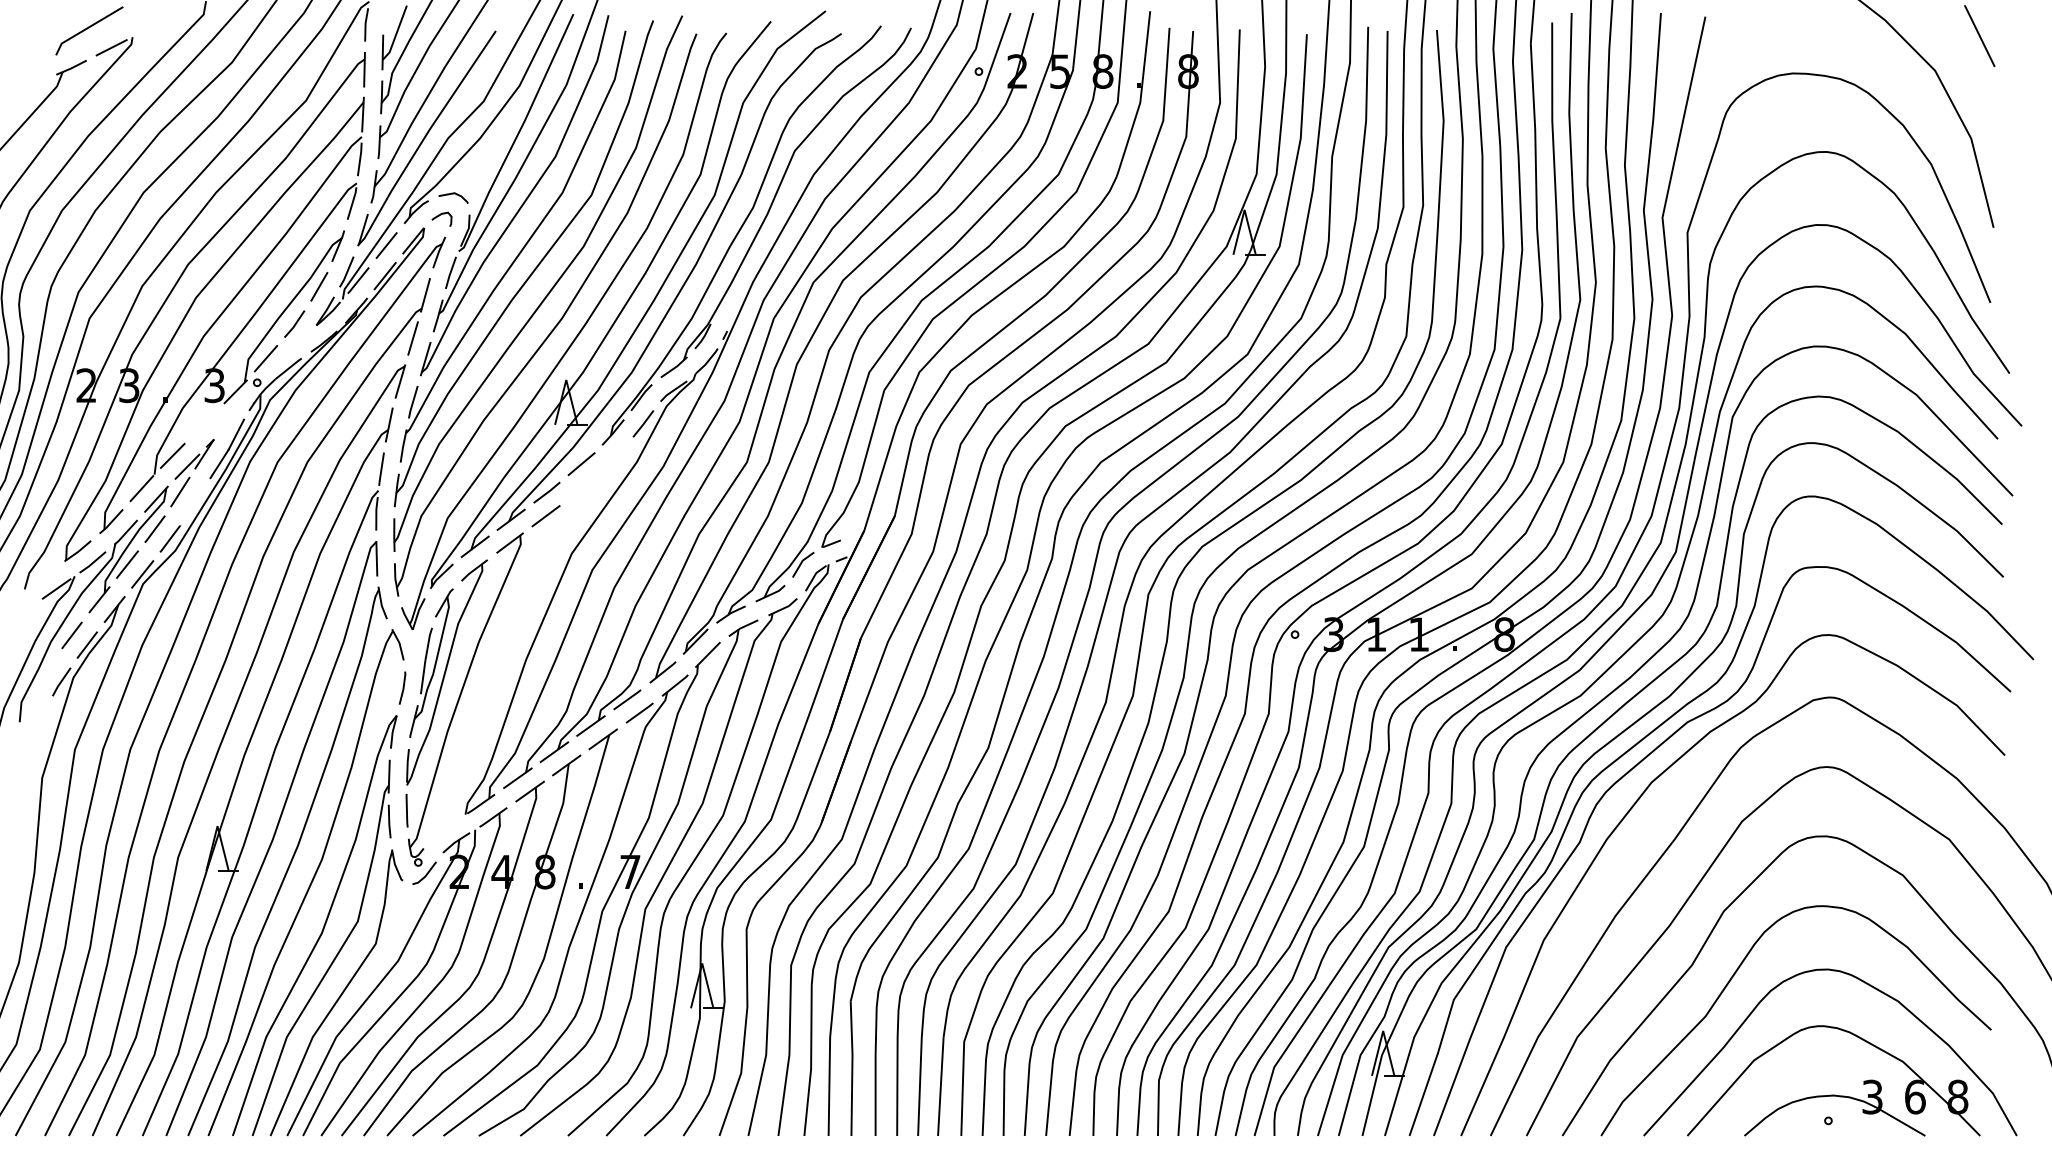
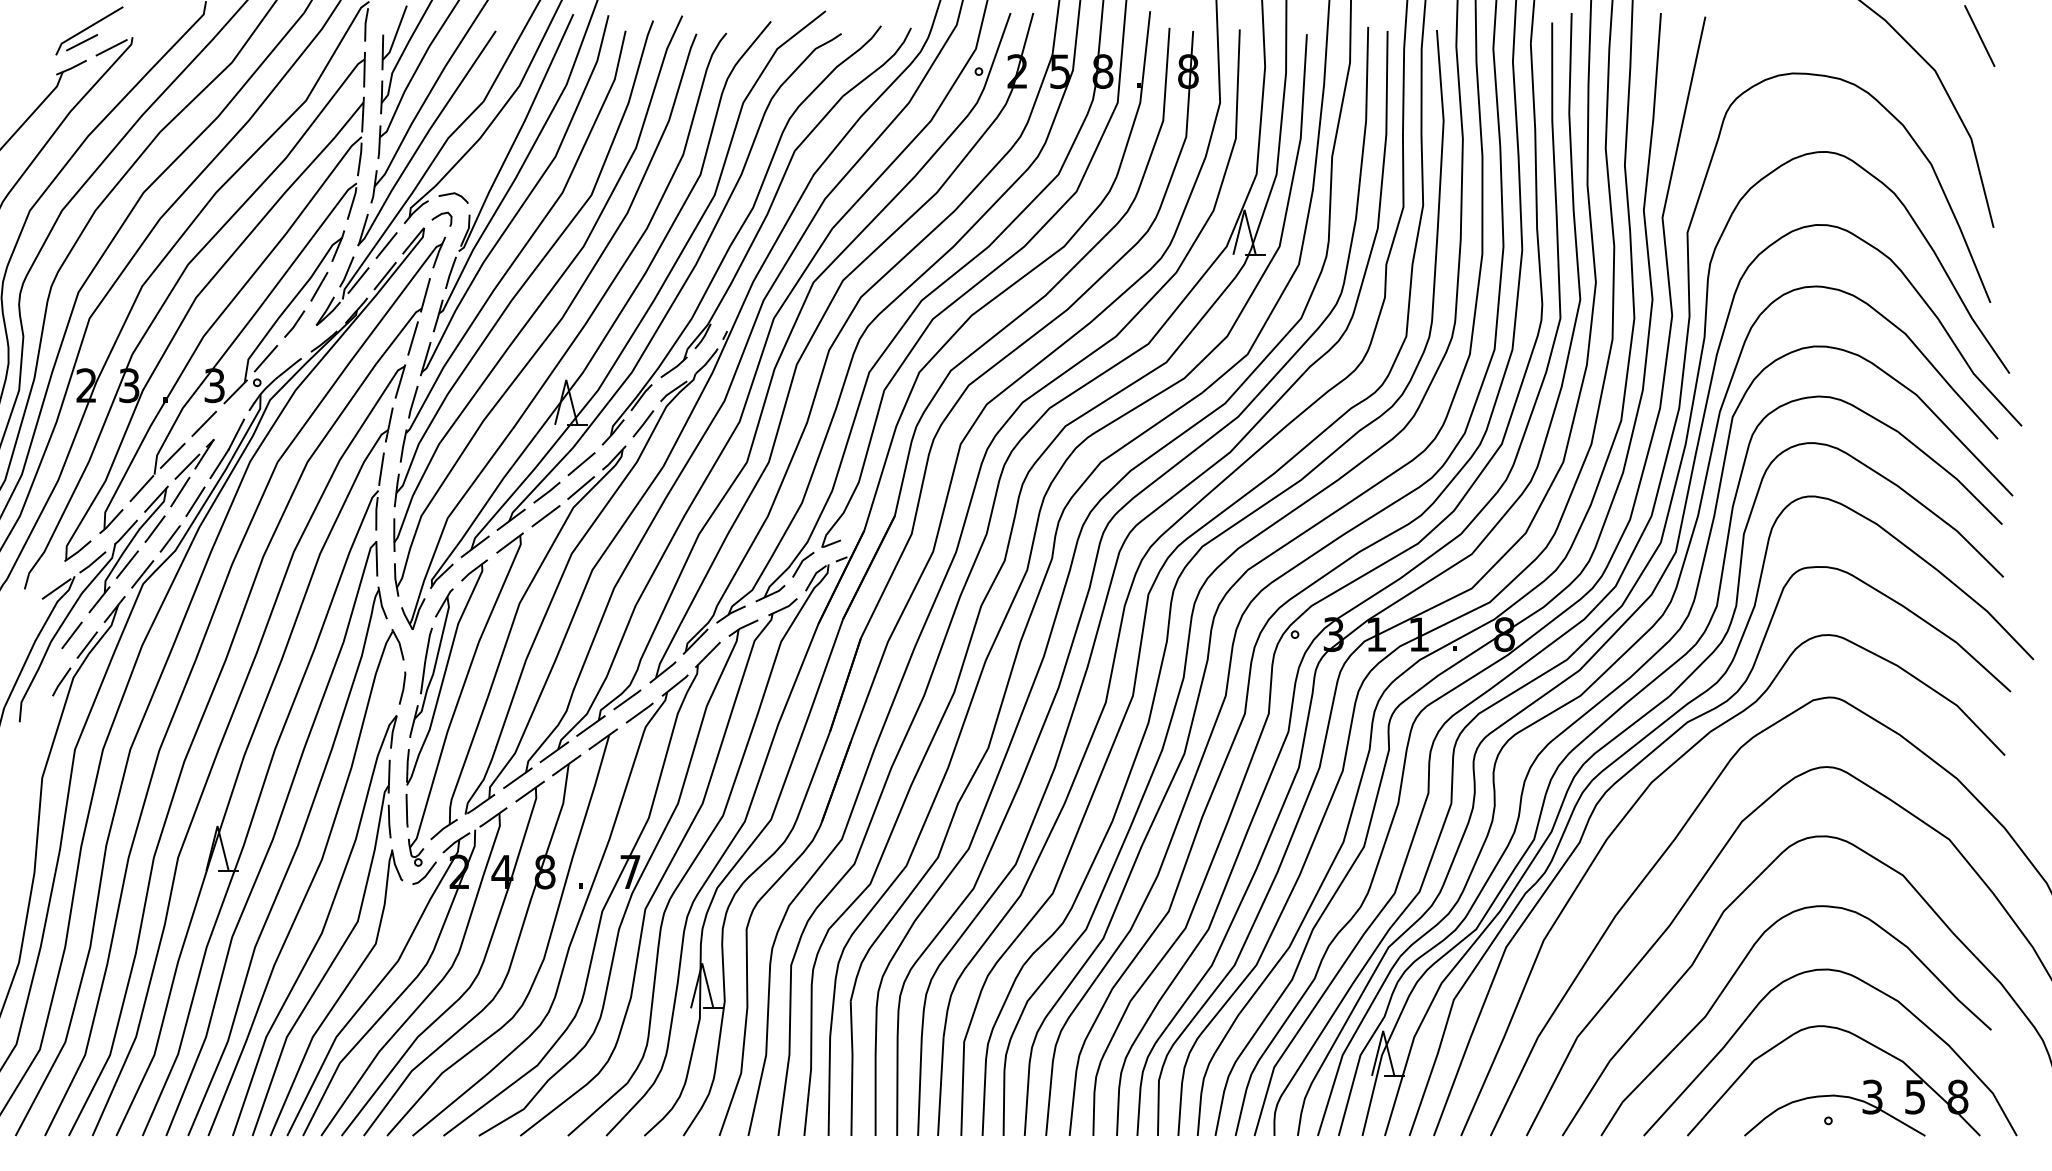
line at (82, 42): none -> present
line at (204, 423): none -> present
line at (195, 501): none -> present
part at (510, 634): none -> present
text at (1915, 1096): 6 -> 5
